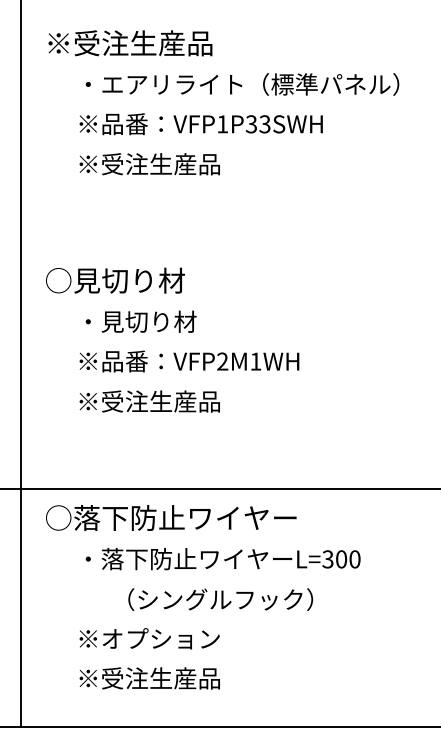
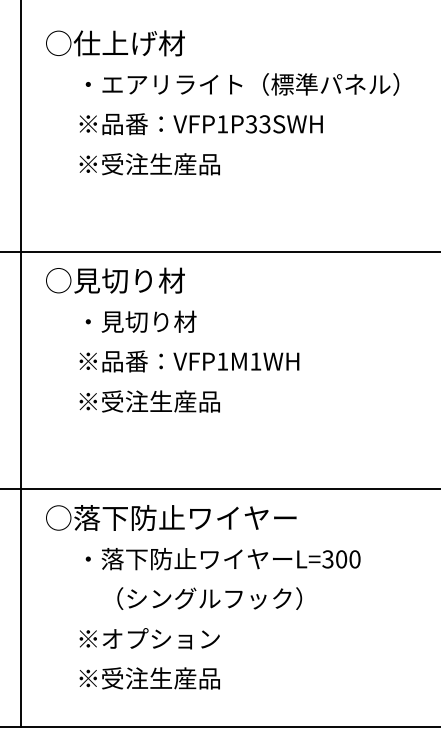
text at (129, 43): ※受注生産品 -> ○仕上げ材
line at (219, 251): none -> present
text at (222, 361): VFP2M1WH -> VFP1M1WH
text at (220, 599) position: (220, 599) -> (209, 598)
